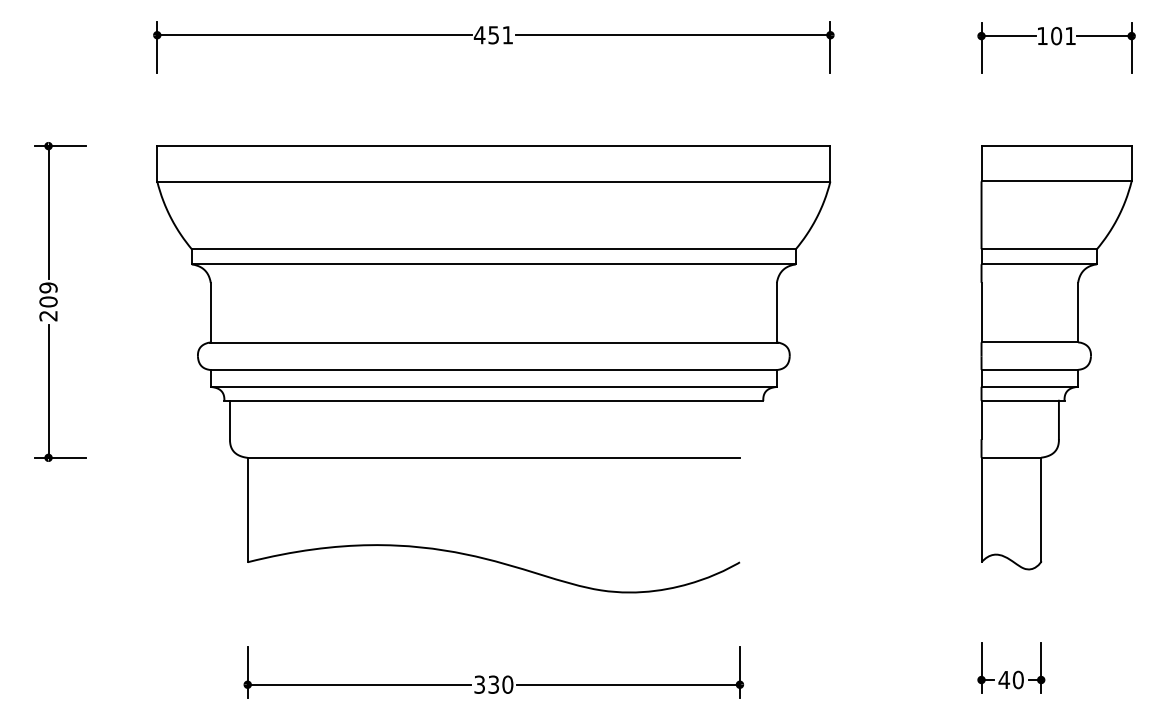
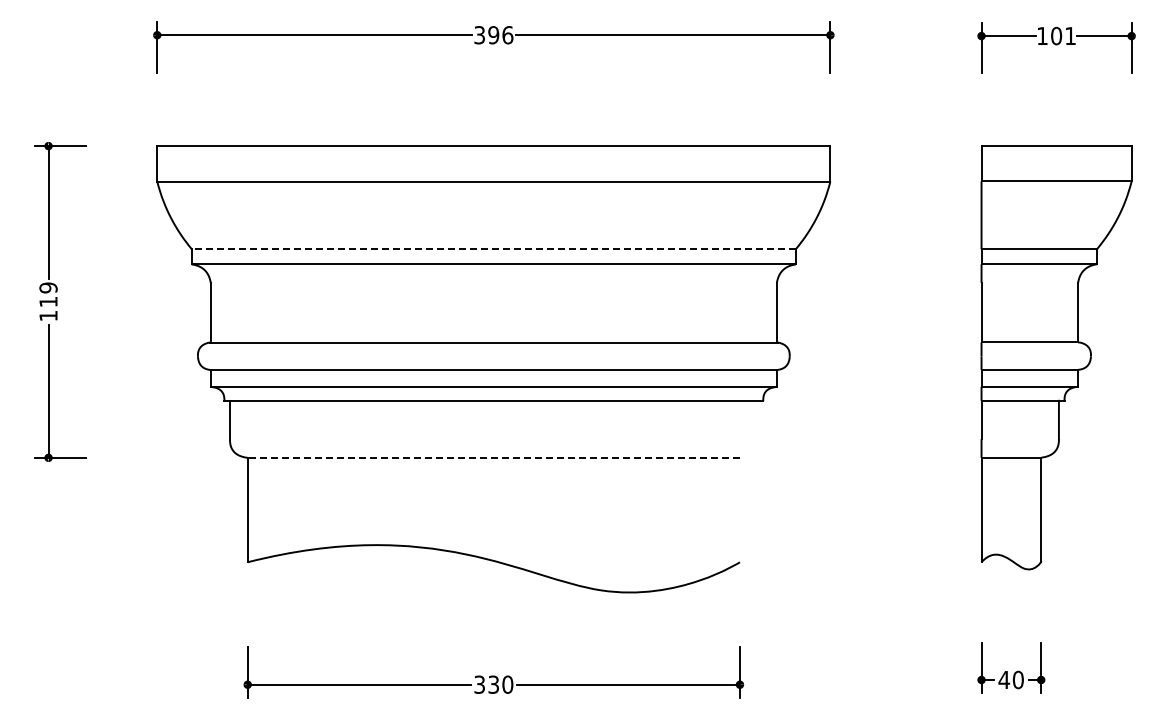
text at (493, 35): 451 -> 396
line at (493, 249): solid -> dashed
text at (48, 308): 209 -> 119
line at (493, 457): solid -> dashed
